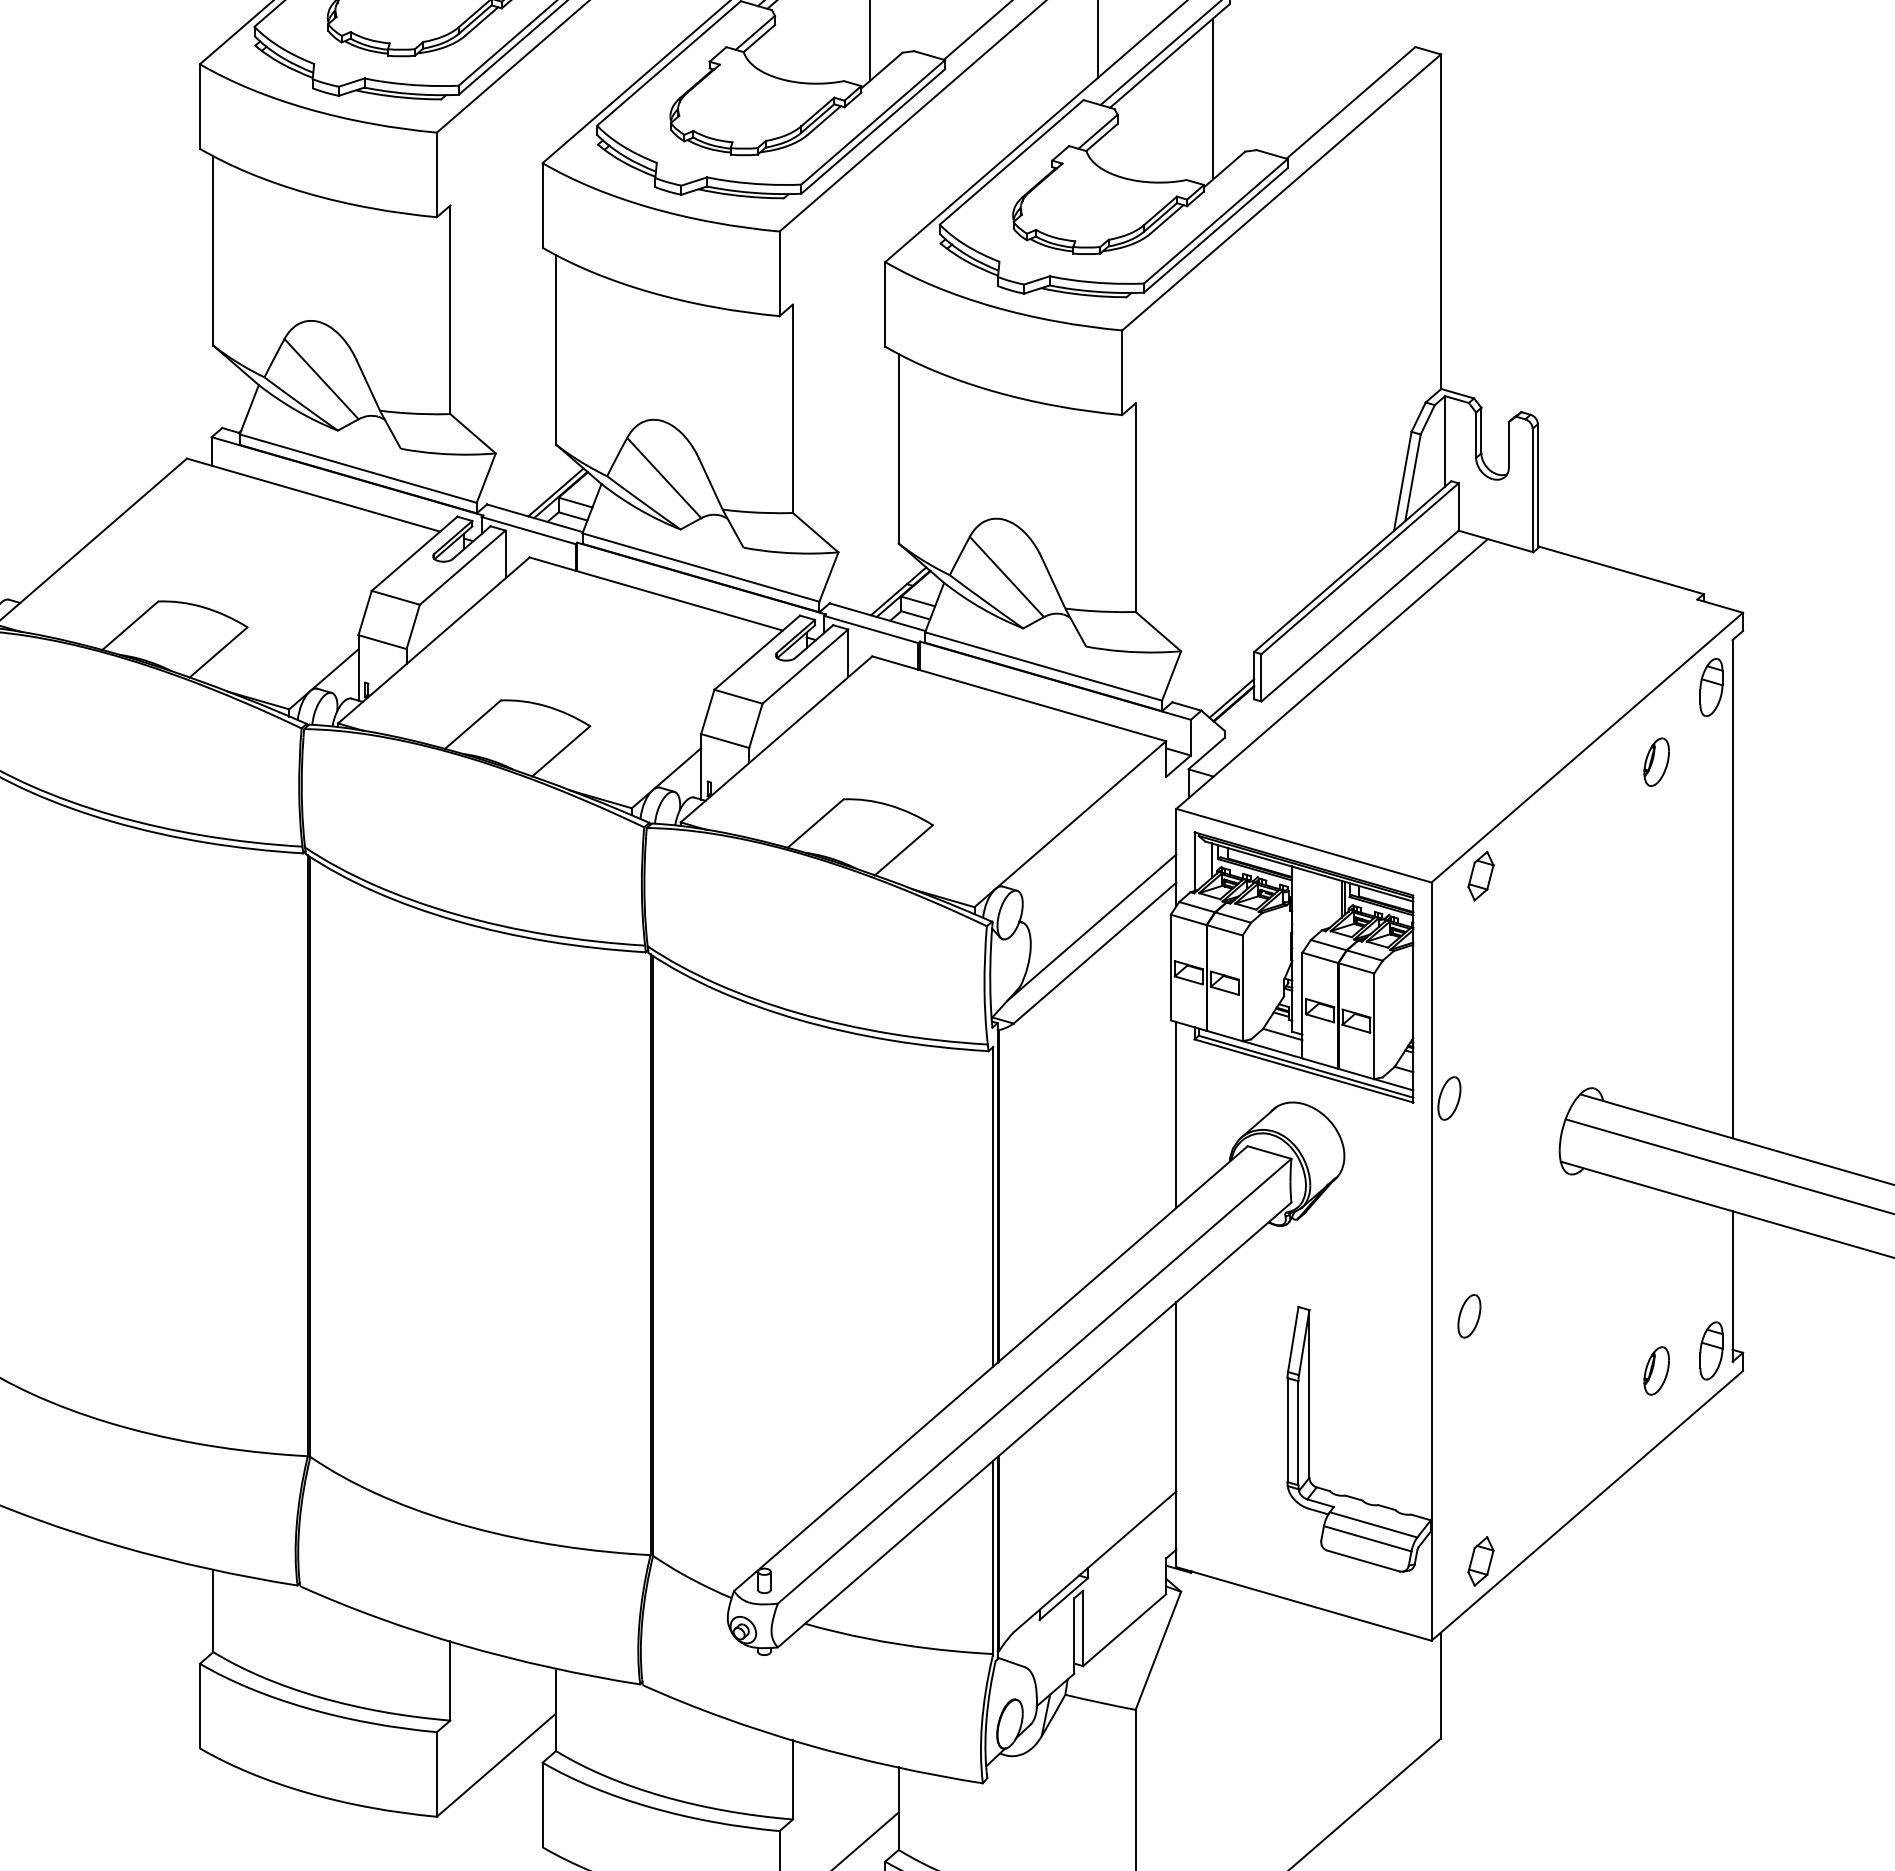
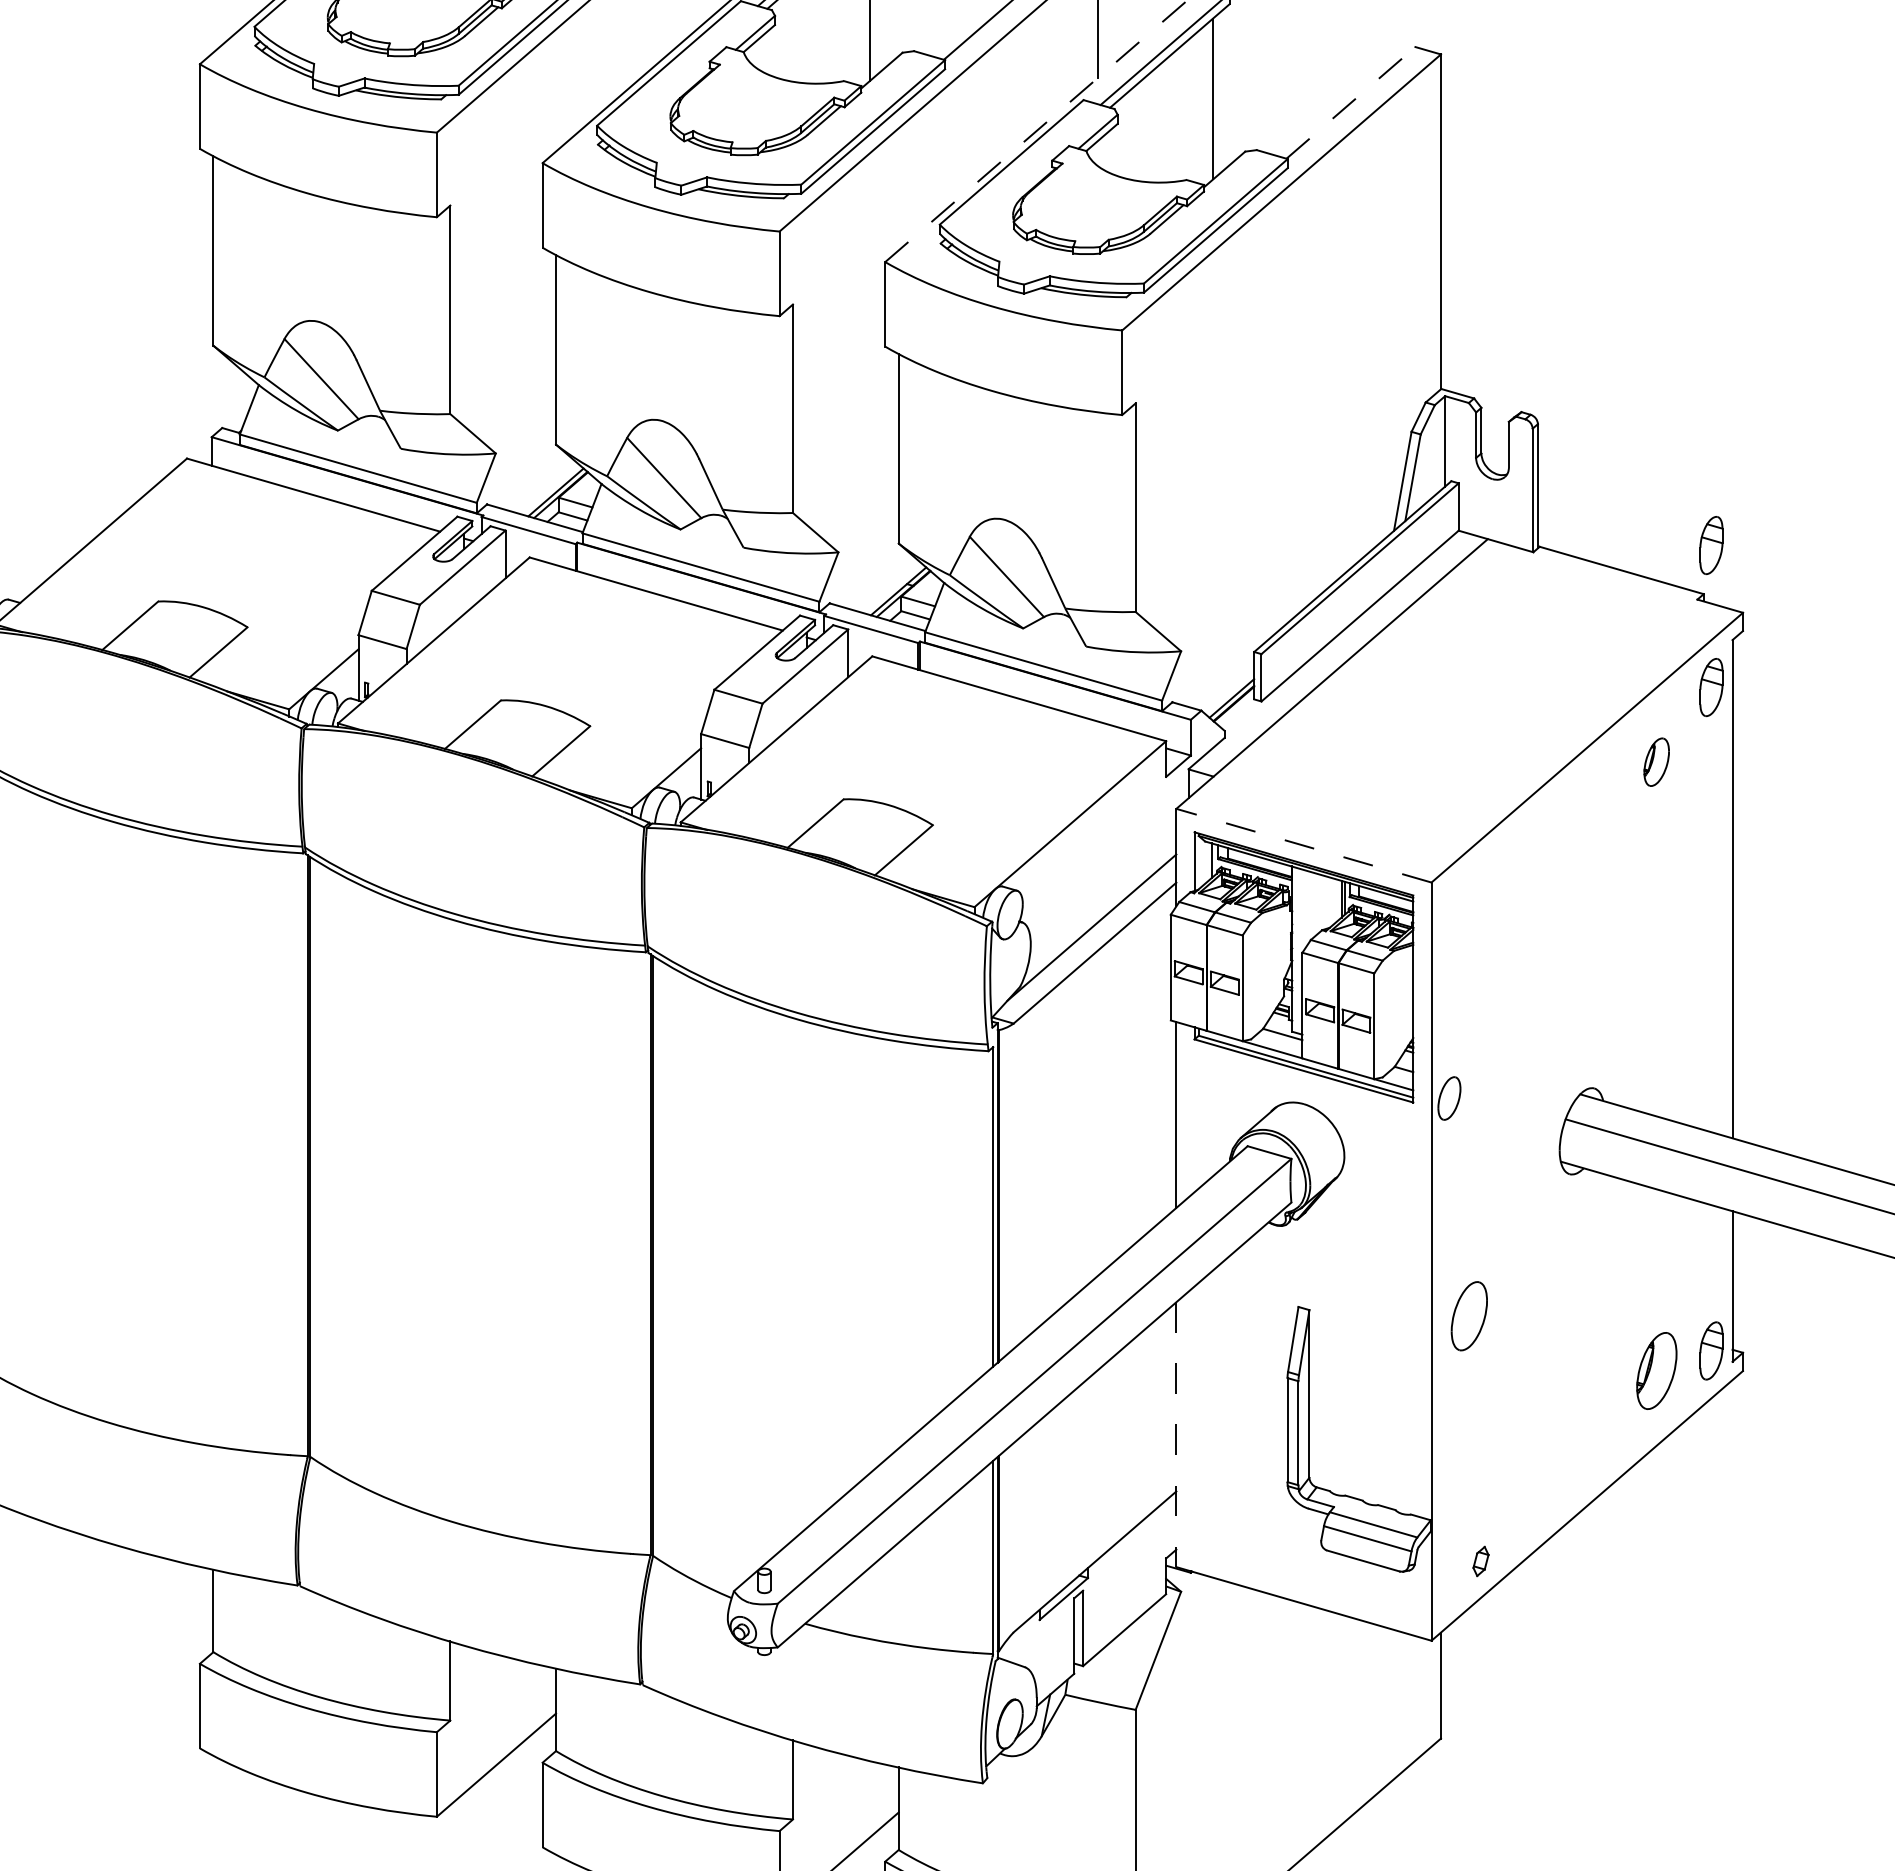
line at (1351, 102): solid -> dashed
line at (1036, 131): solid -> dashed
part at (1711, 545): none -> present
line at (1303, 845): solid -> dashed
part at (1480, 875): present -> none
part at (1469, 1316) size: 25x45 px -> 38x71 px
part at (1656, 1370) size: 27x50 px -> 42x78 px
line at (1176, 1435): solid -> dashed
part at (1480, 1561) size: 28x51 px -> 18x33 px
